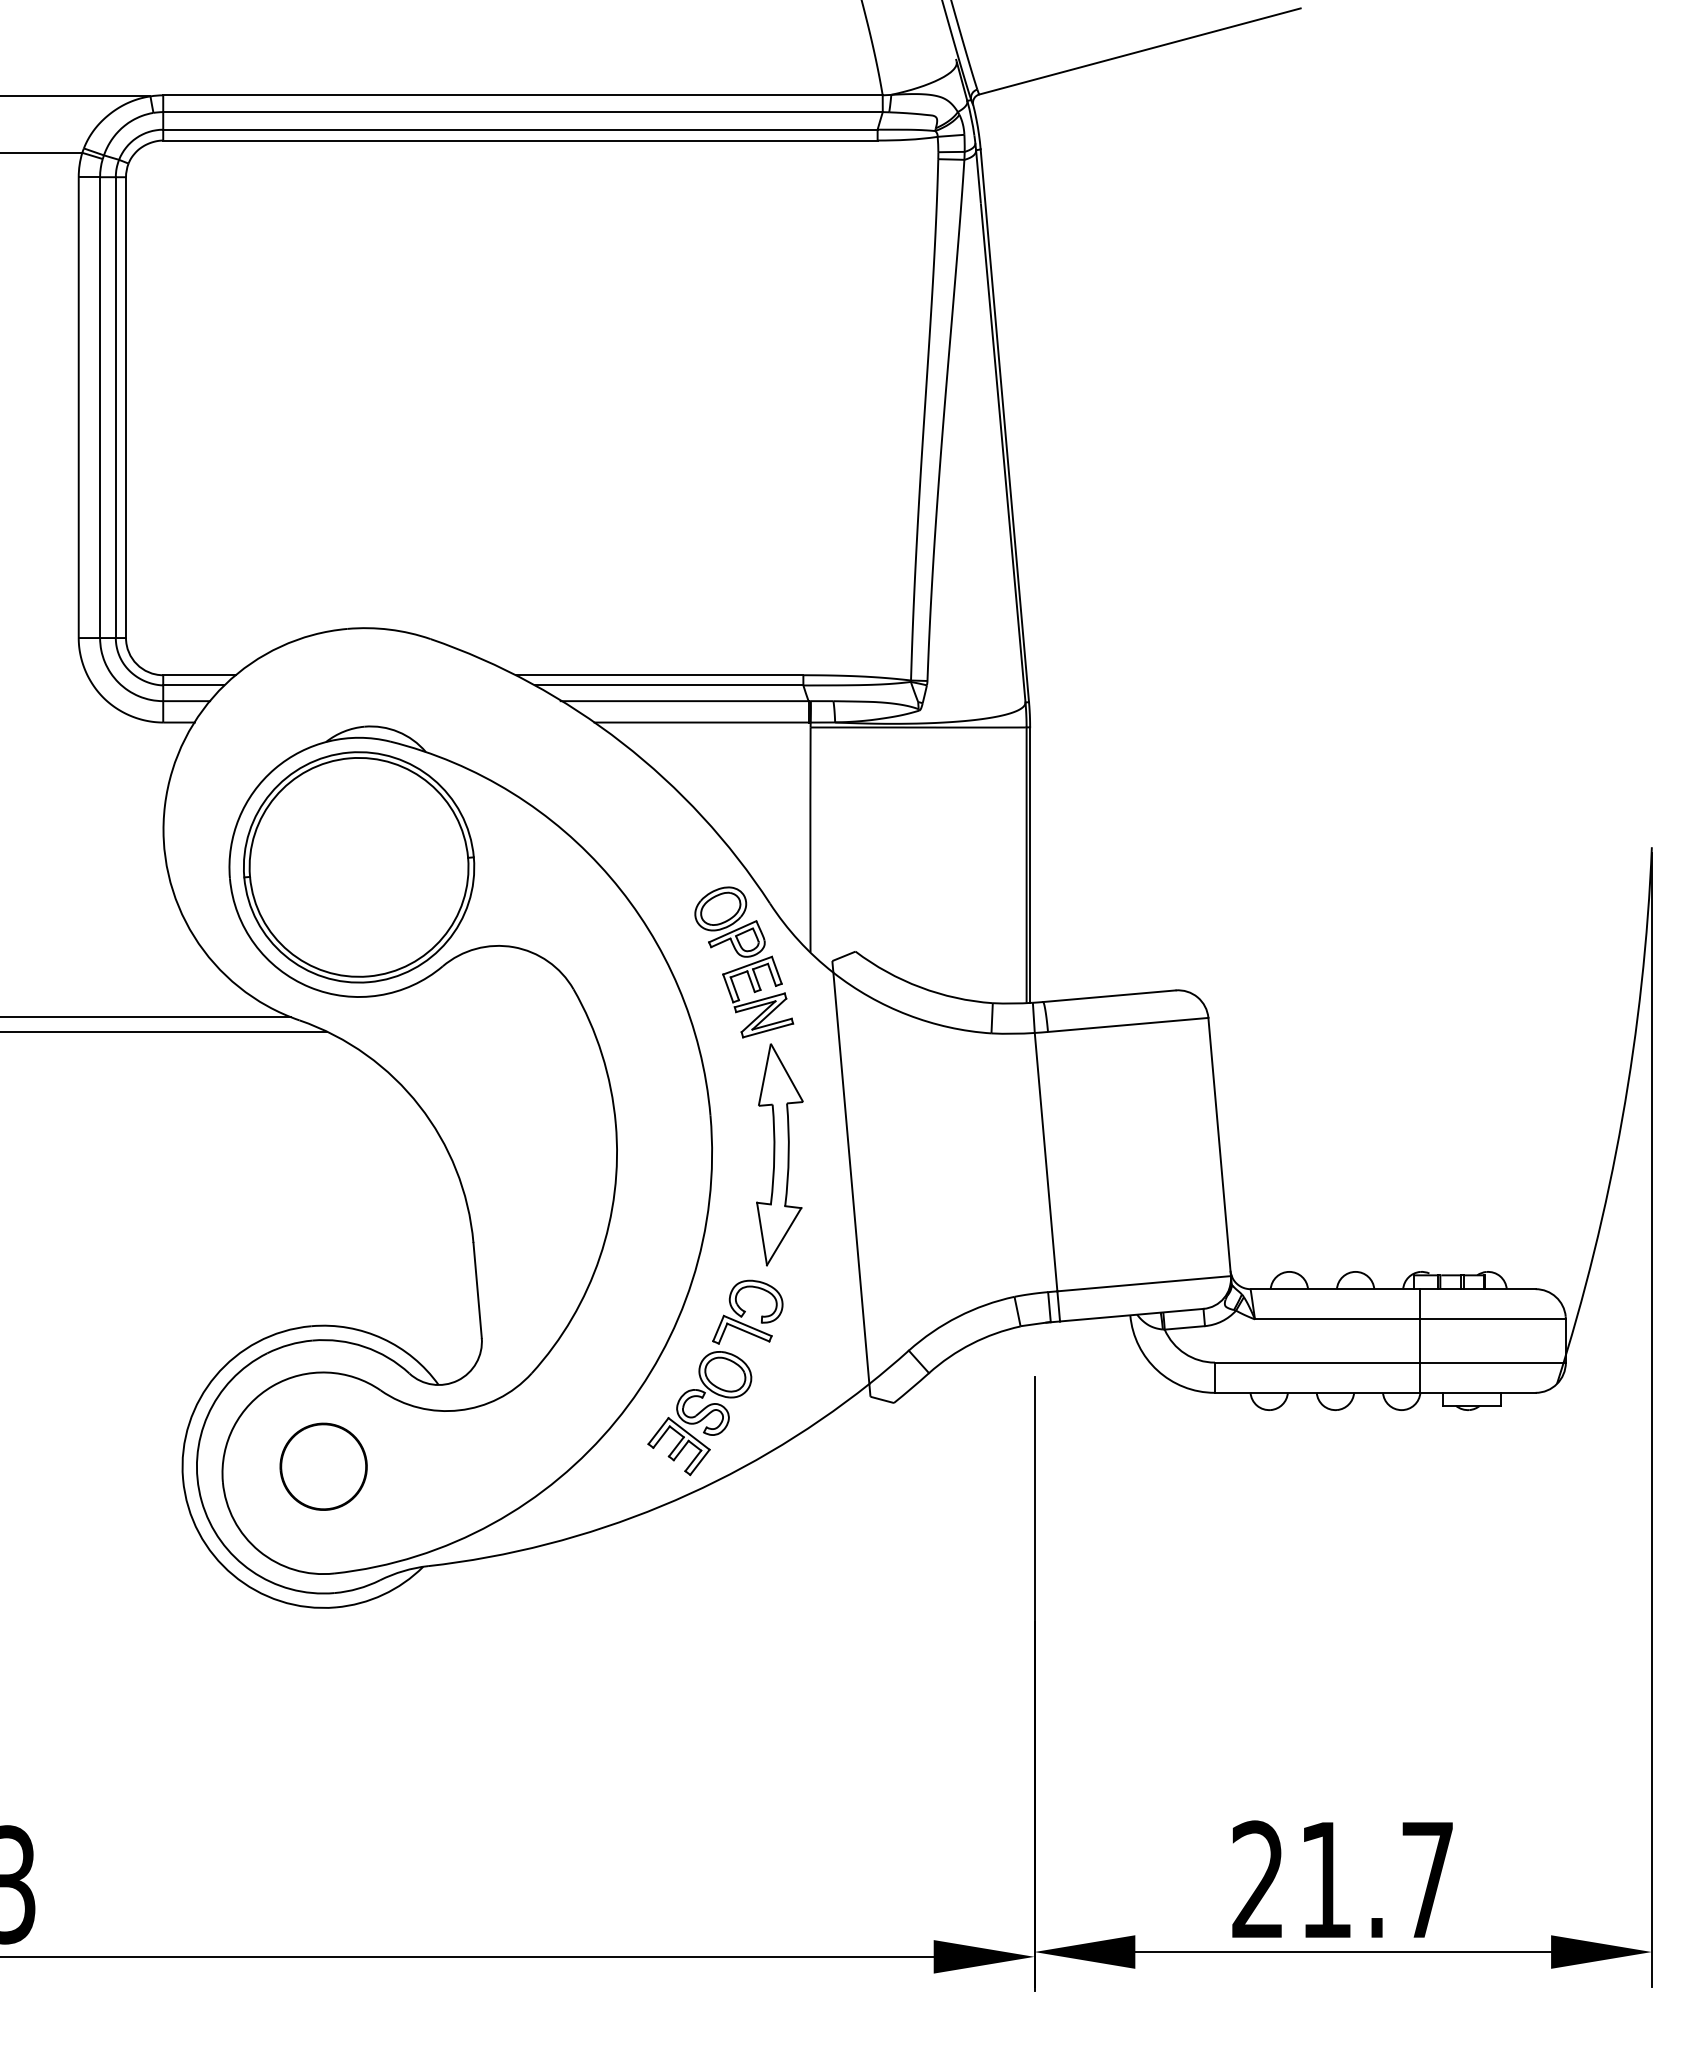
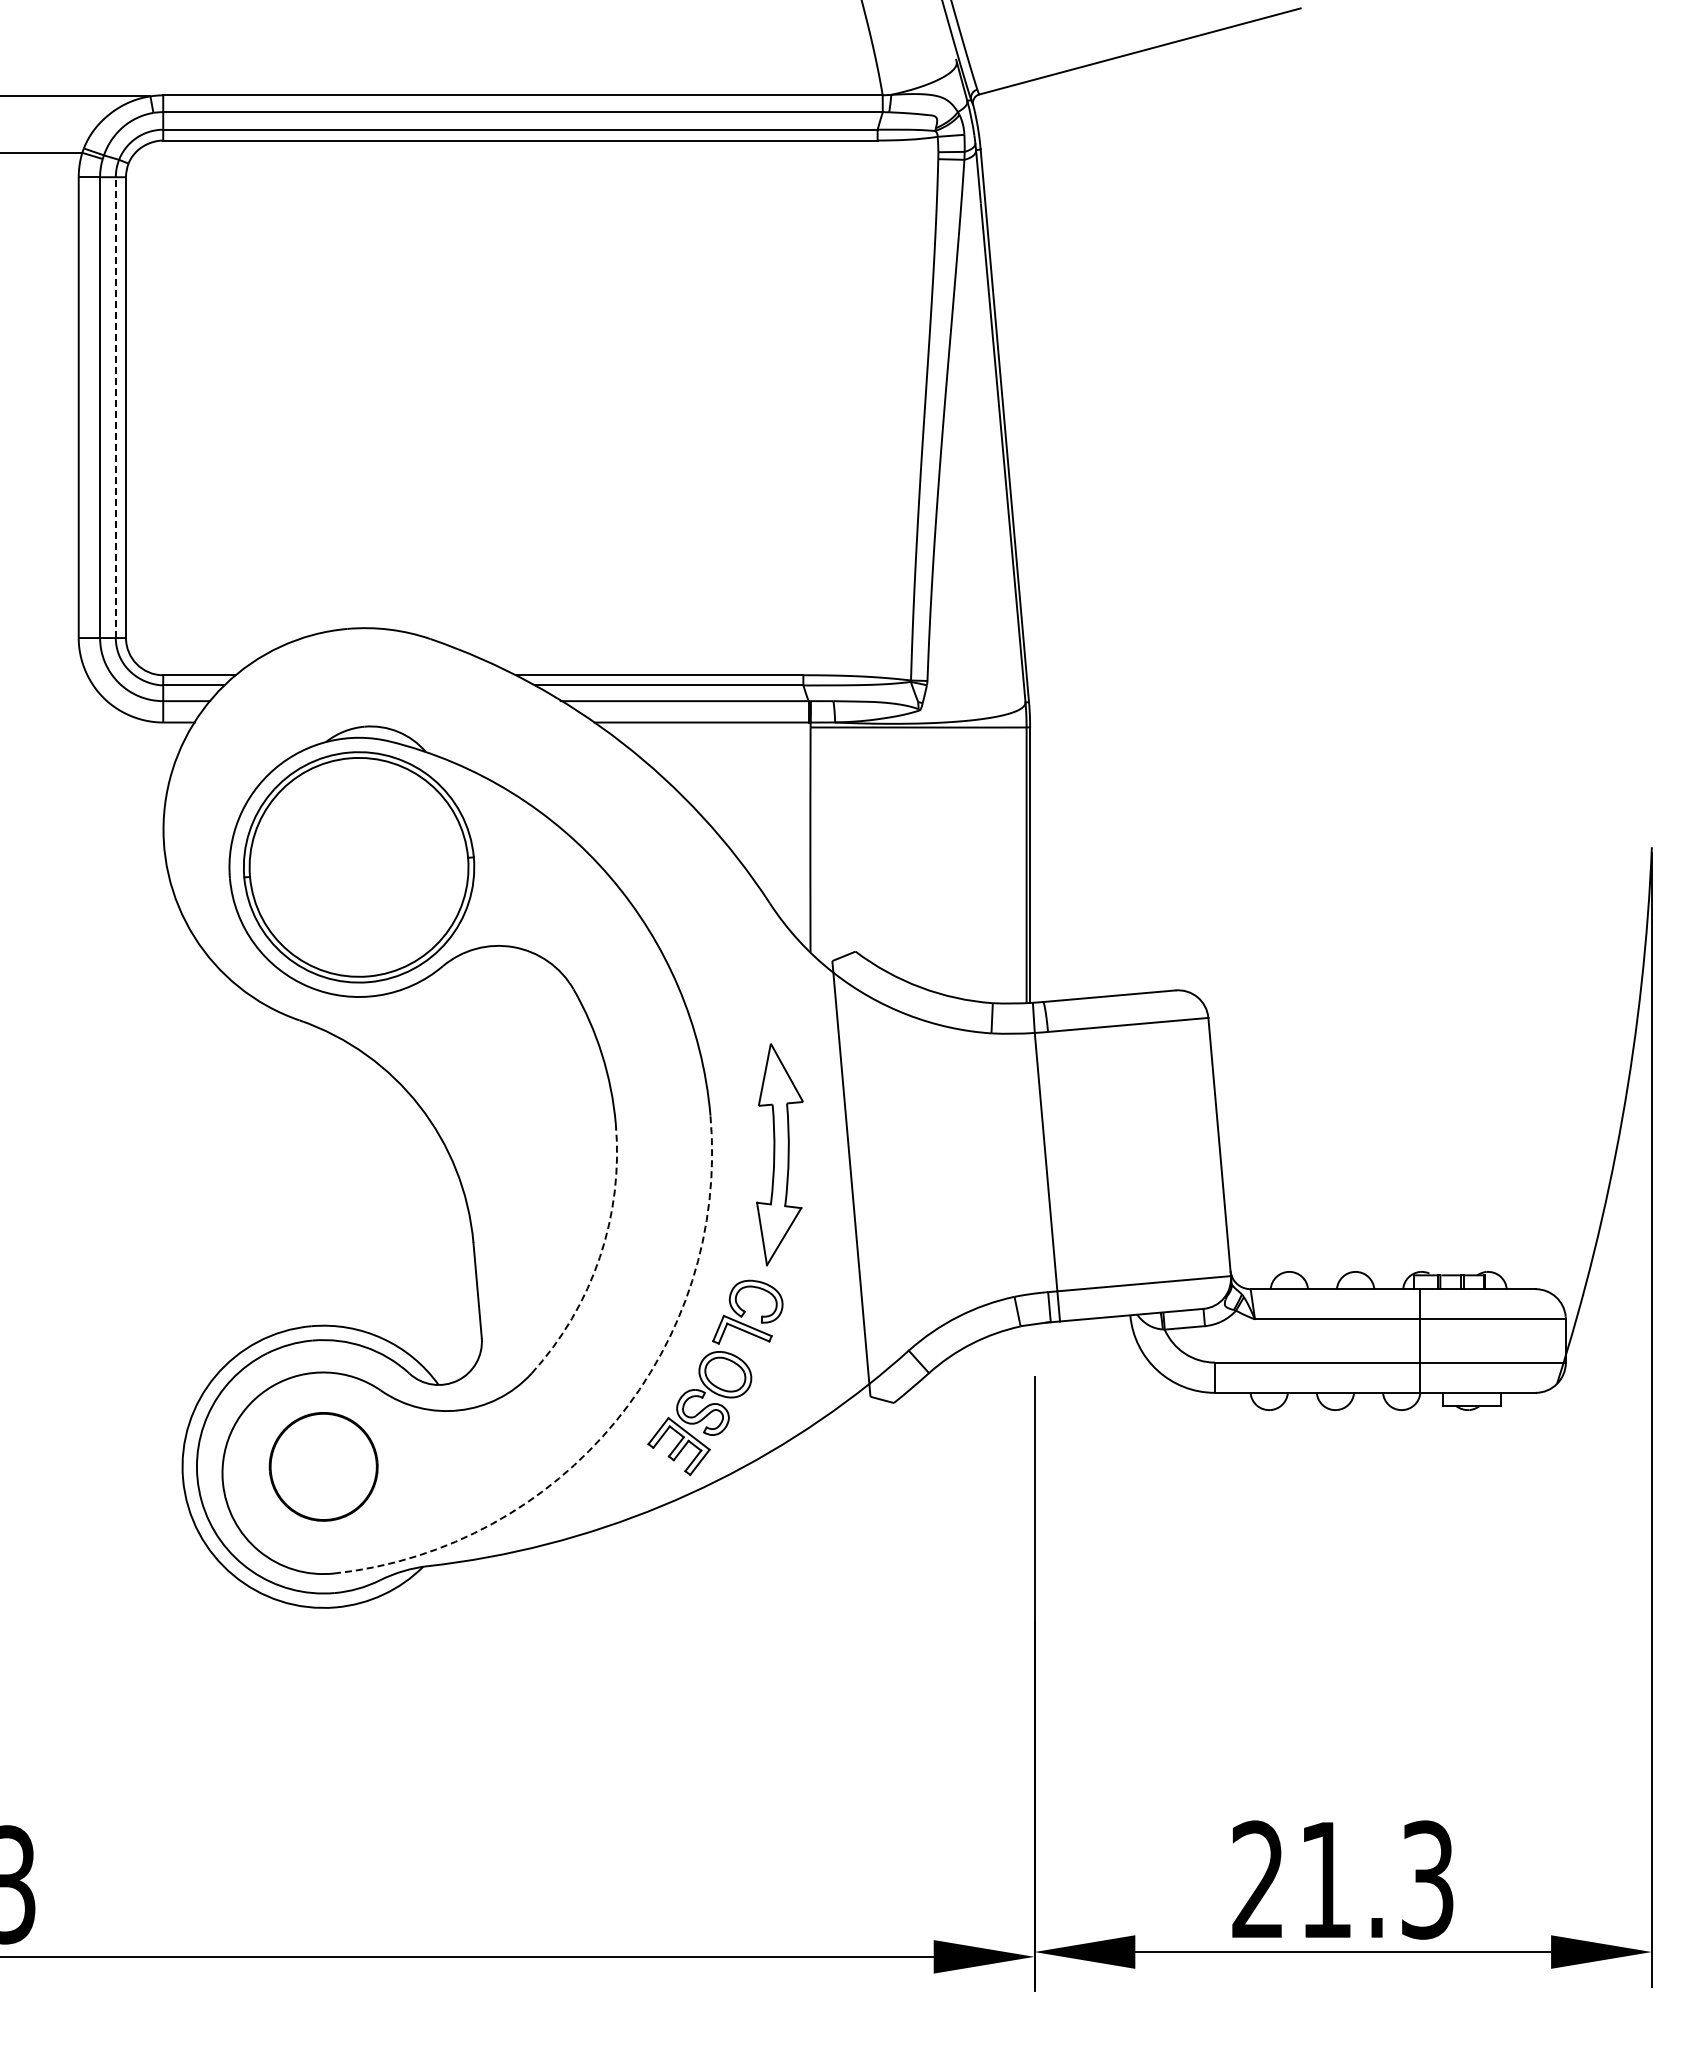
line at (115, 407): solid -> dashed
part at (744, 962): present -> none
line at (146, 1017): present -> none
line at (164, 1031): present -> none
arc at (599, 1257): solid -> dashed
arc at (615, 1421): solid -> dashed
part at (323, 1466) size: 89x89 px -> 111x110 px
text at (1427, 1879): 21.7 -> 21.3
